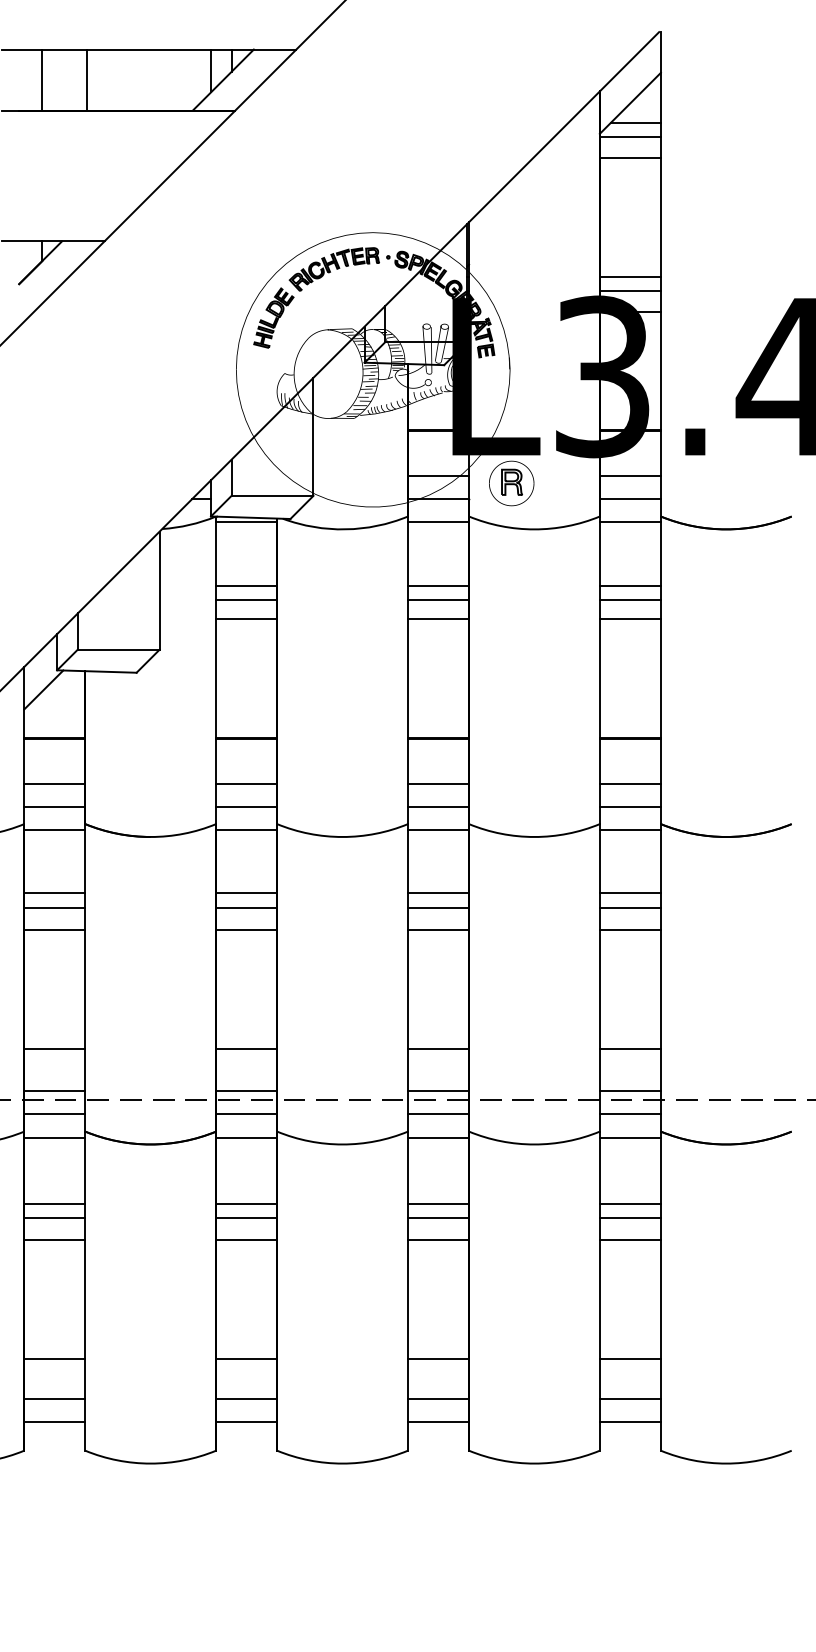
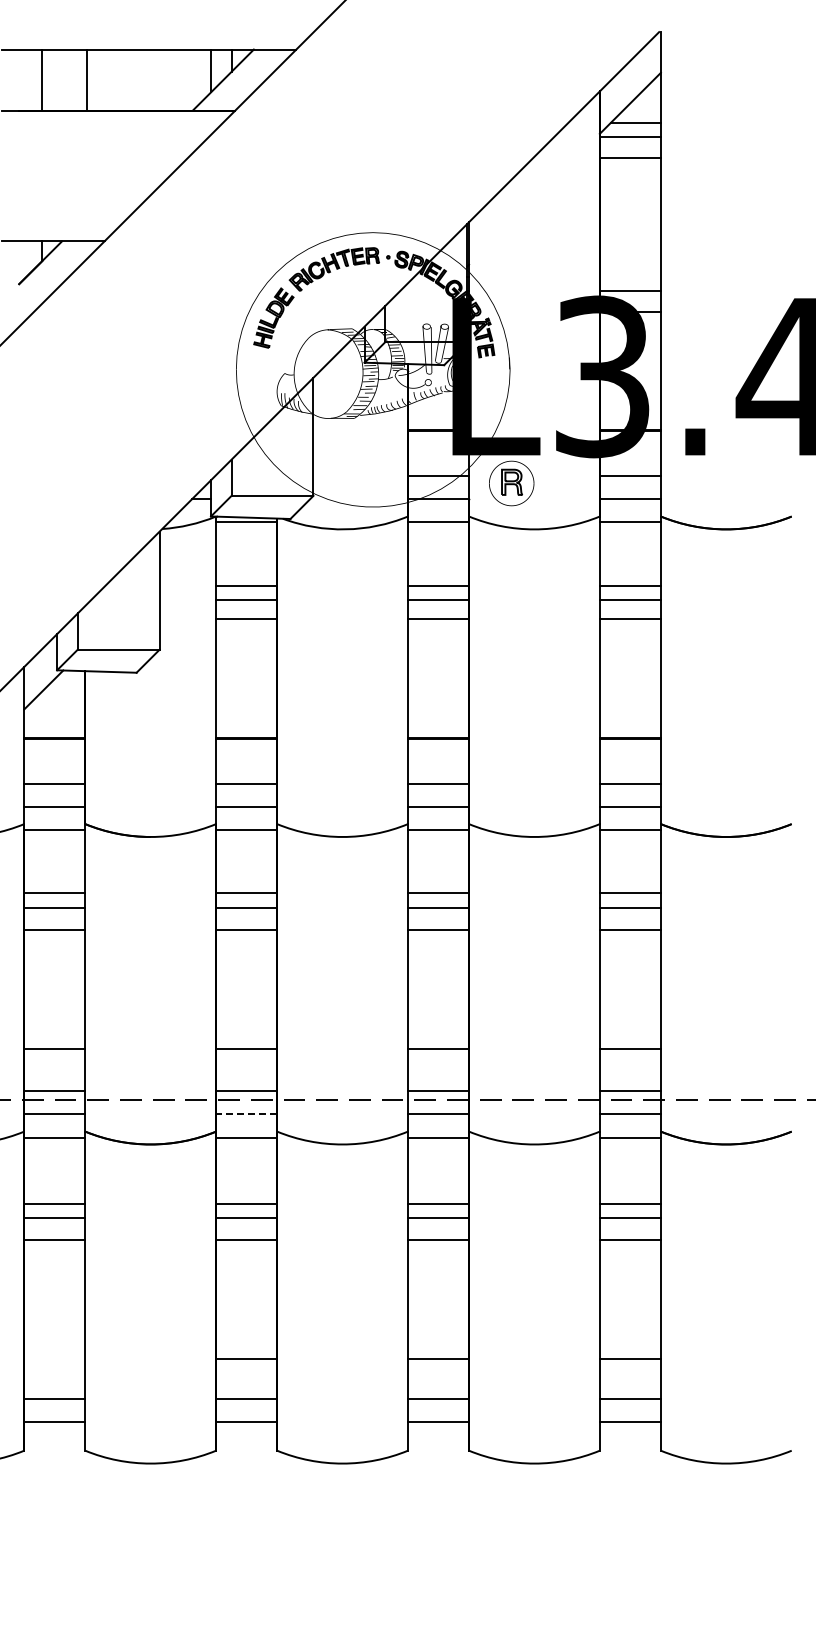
line at (629, 276): present -> none
line at (246, 1114): solid -> dashed
line at (54, 1359): present -> none
